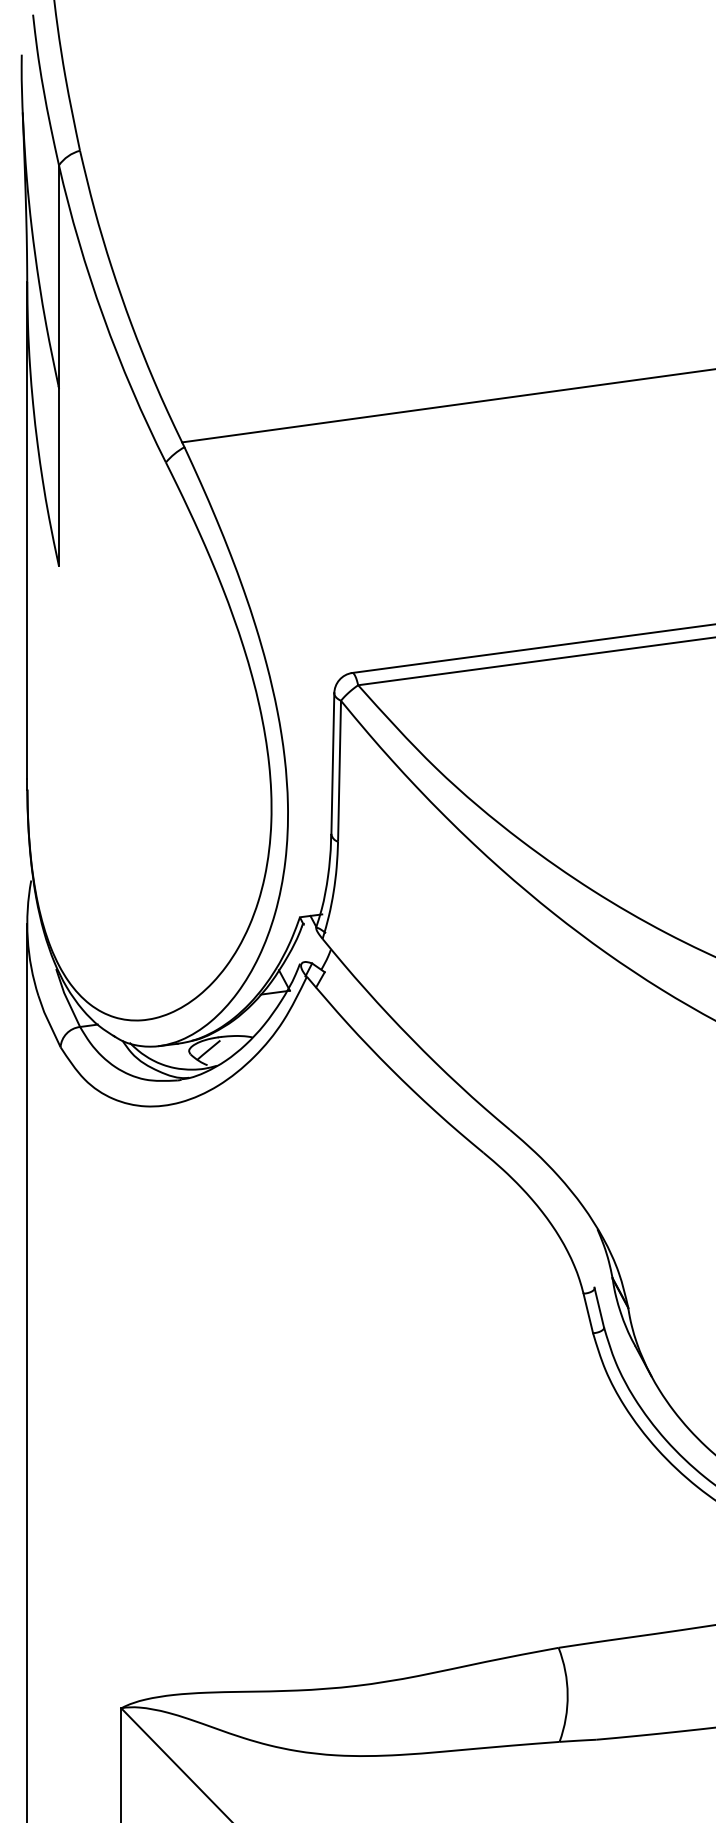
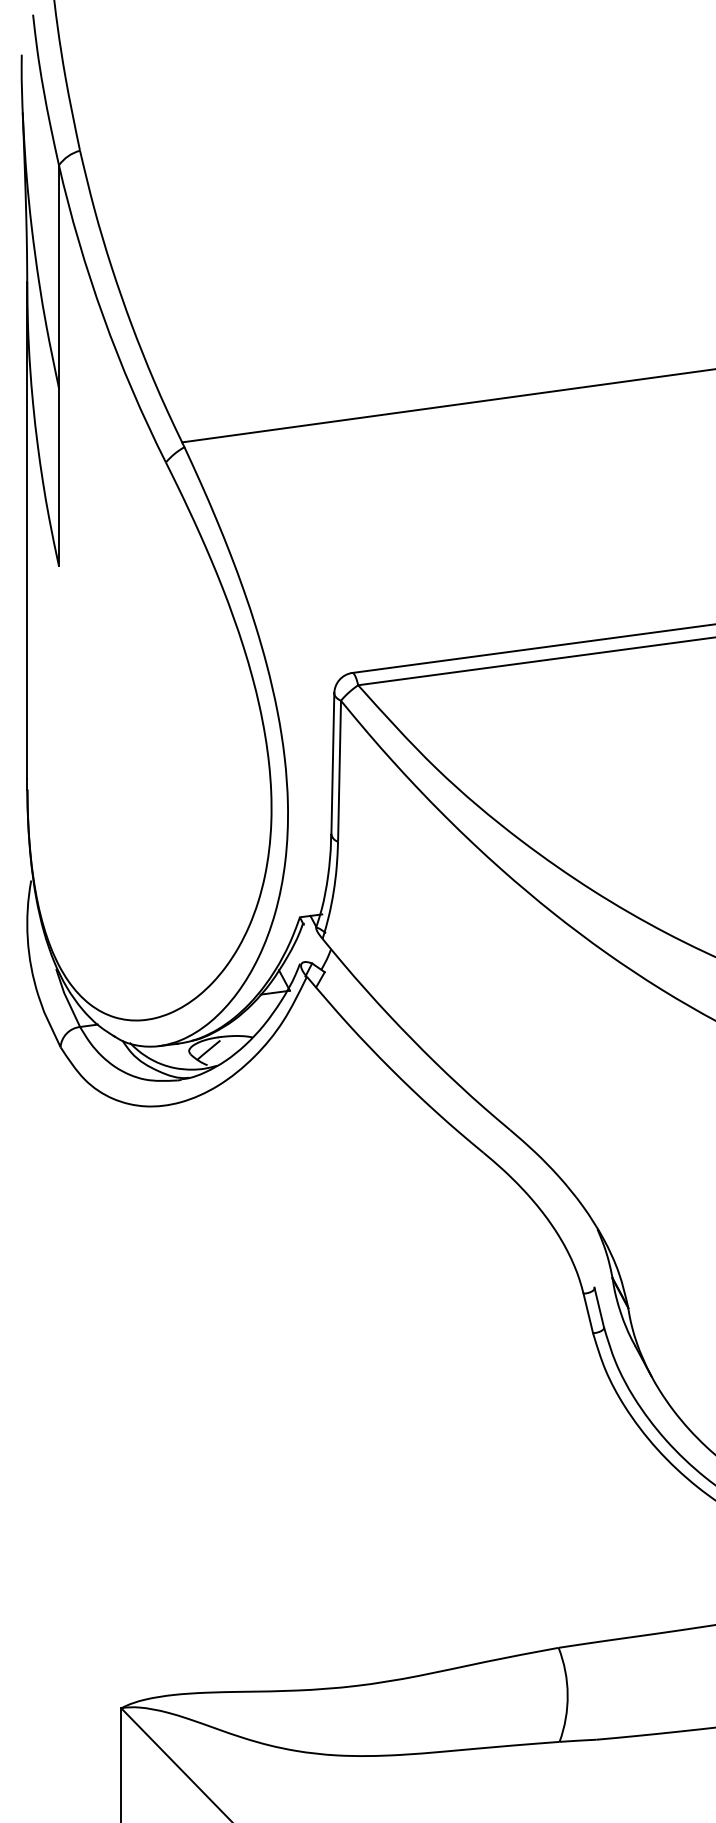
line at (27, 1371): present -> none
